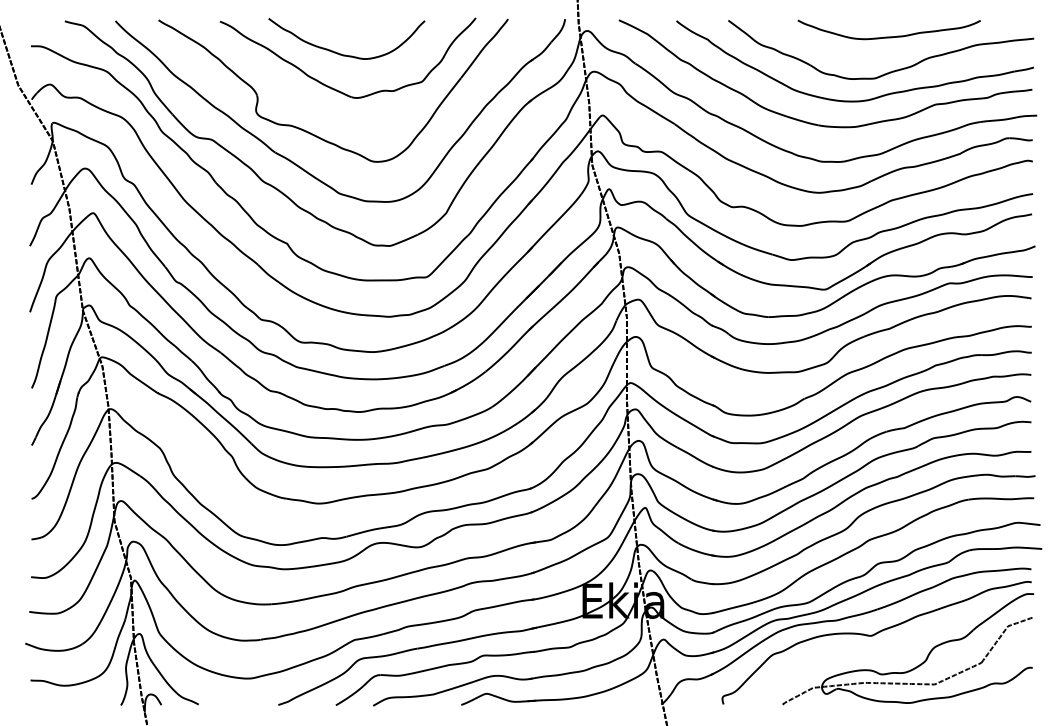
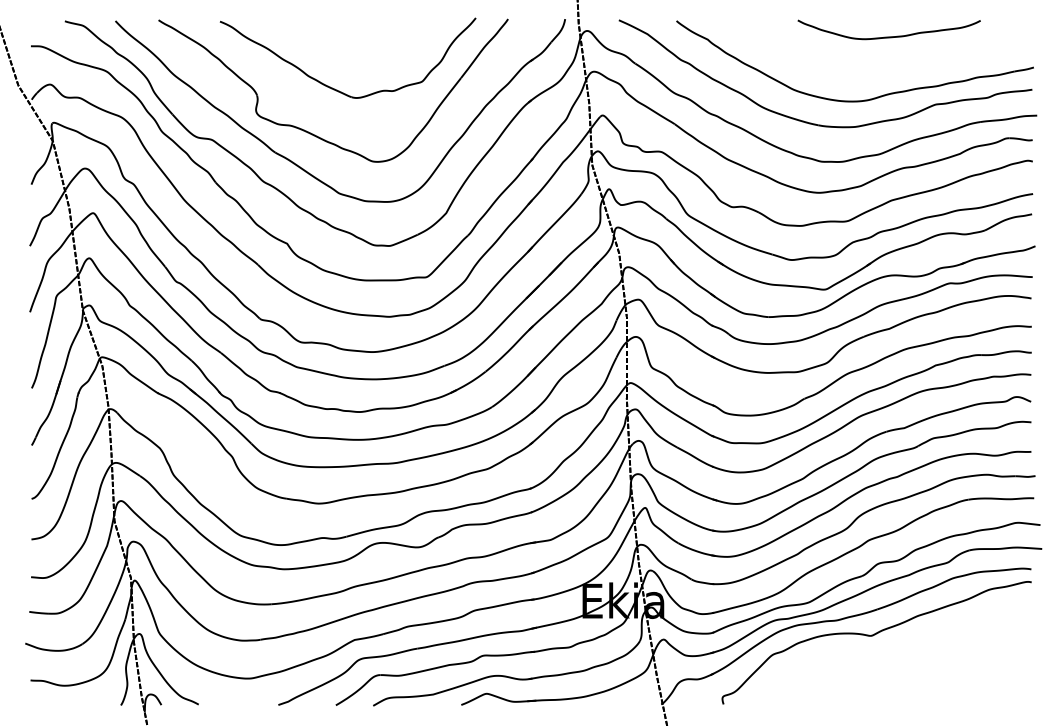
curve at (341, 53): present -> none
part at (892, 70): present -> none
part at (917, 665): present -> none
